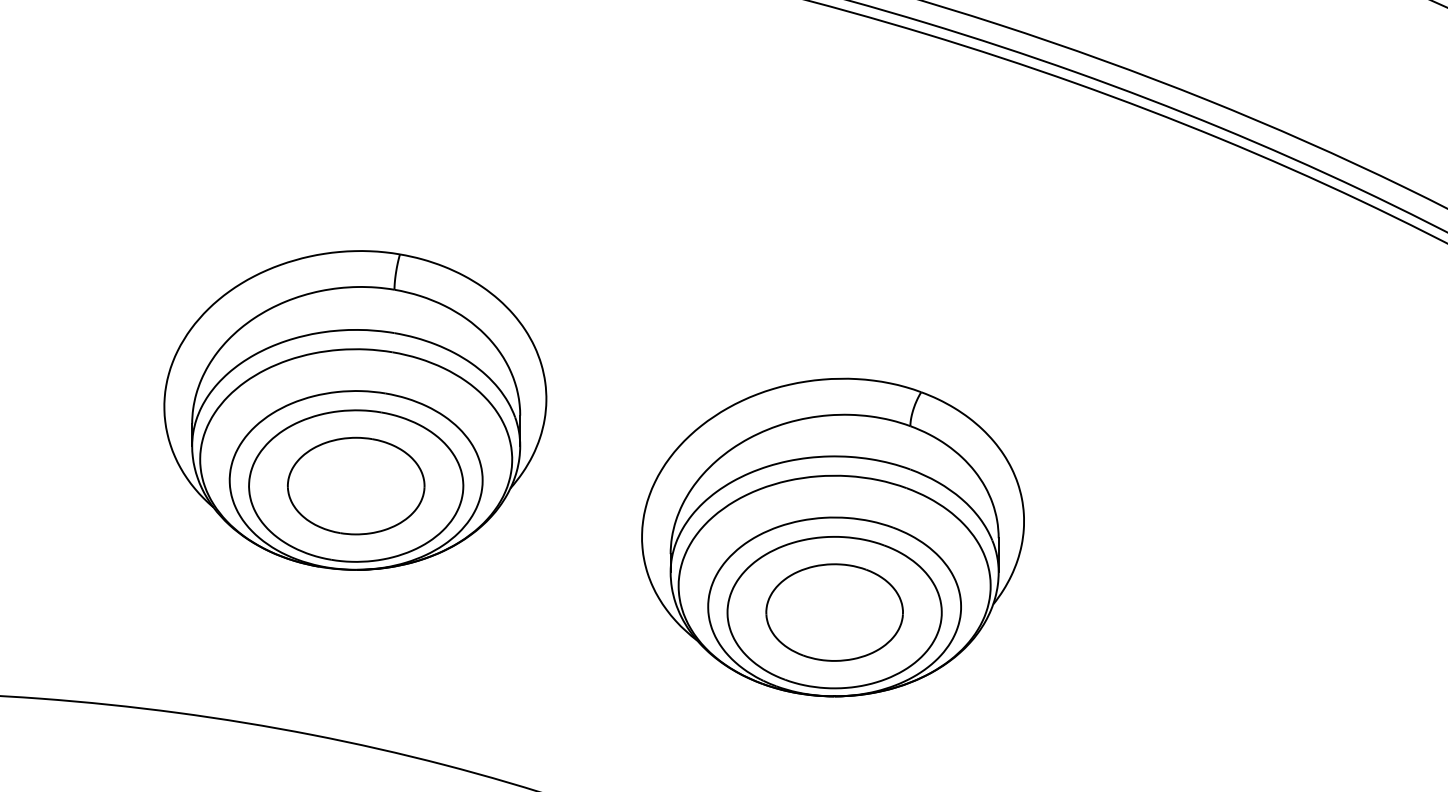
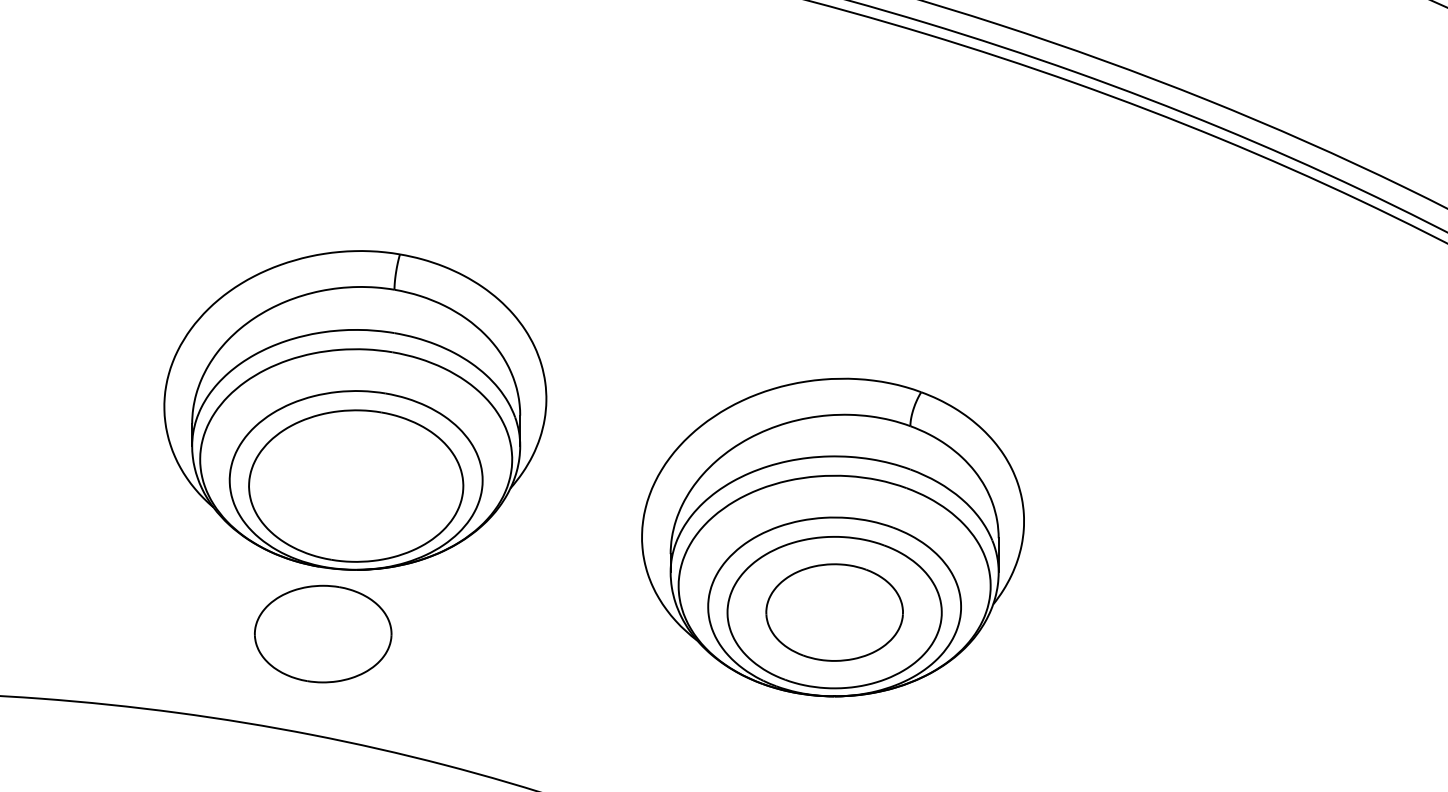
part at (356, 485) position: (356, 485) -> (323, 633)
